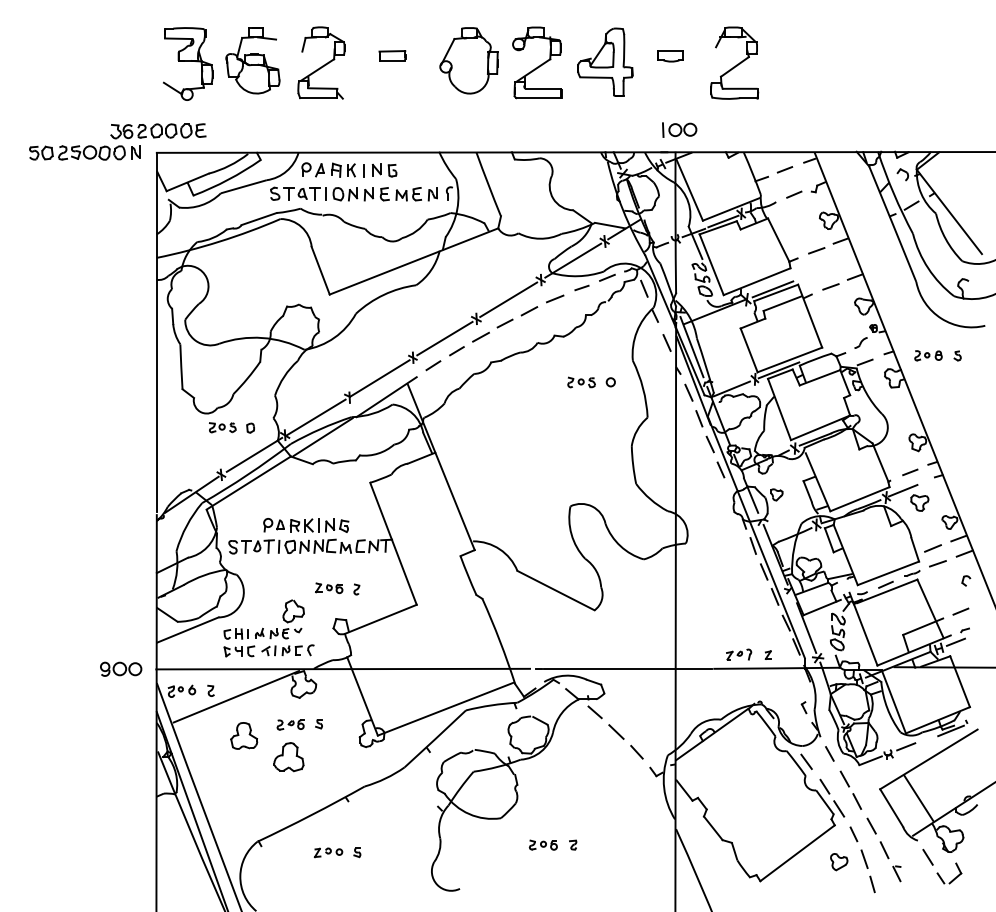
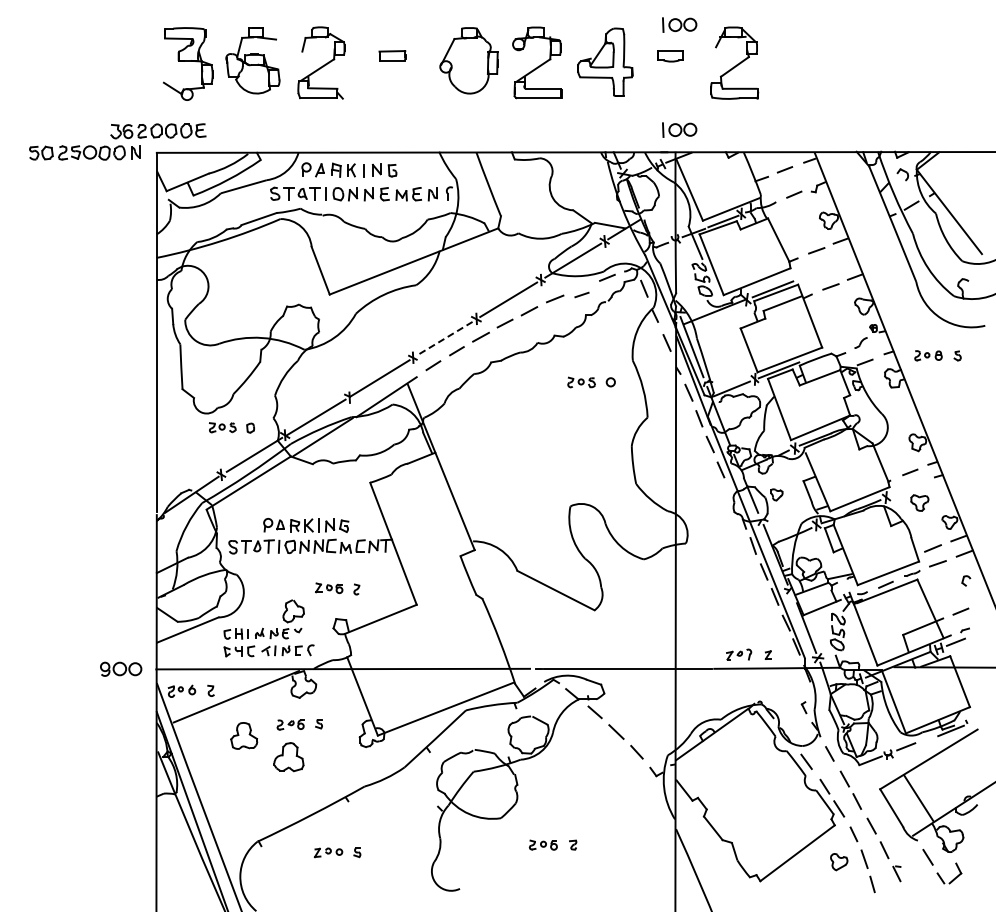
part at (679, 24): none -> present
line at (581, 287) position: (581, 287) -> (581, 294)
line at (444, 338): solid -> dashed
line at (902, 490): present -> none
